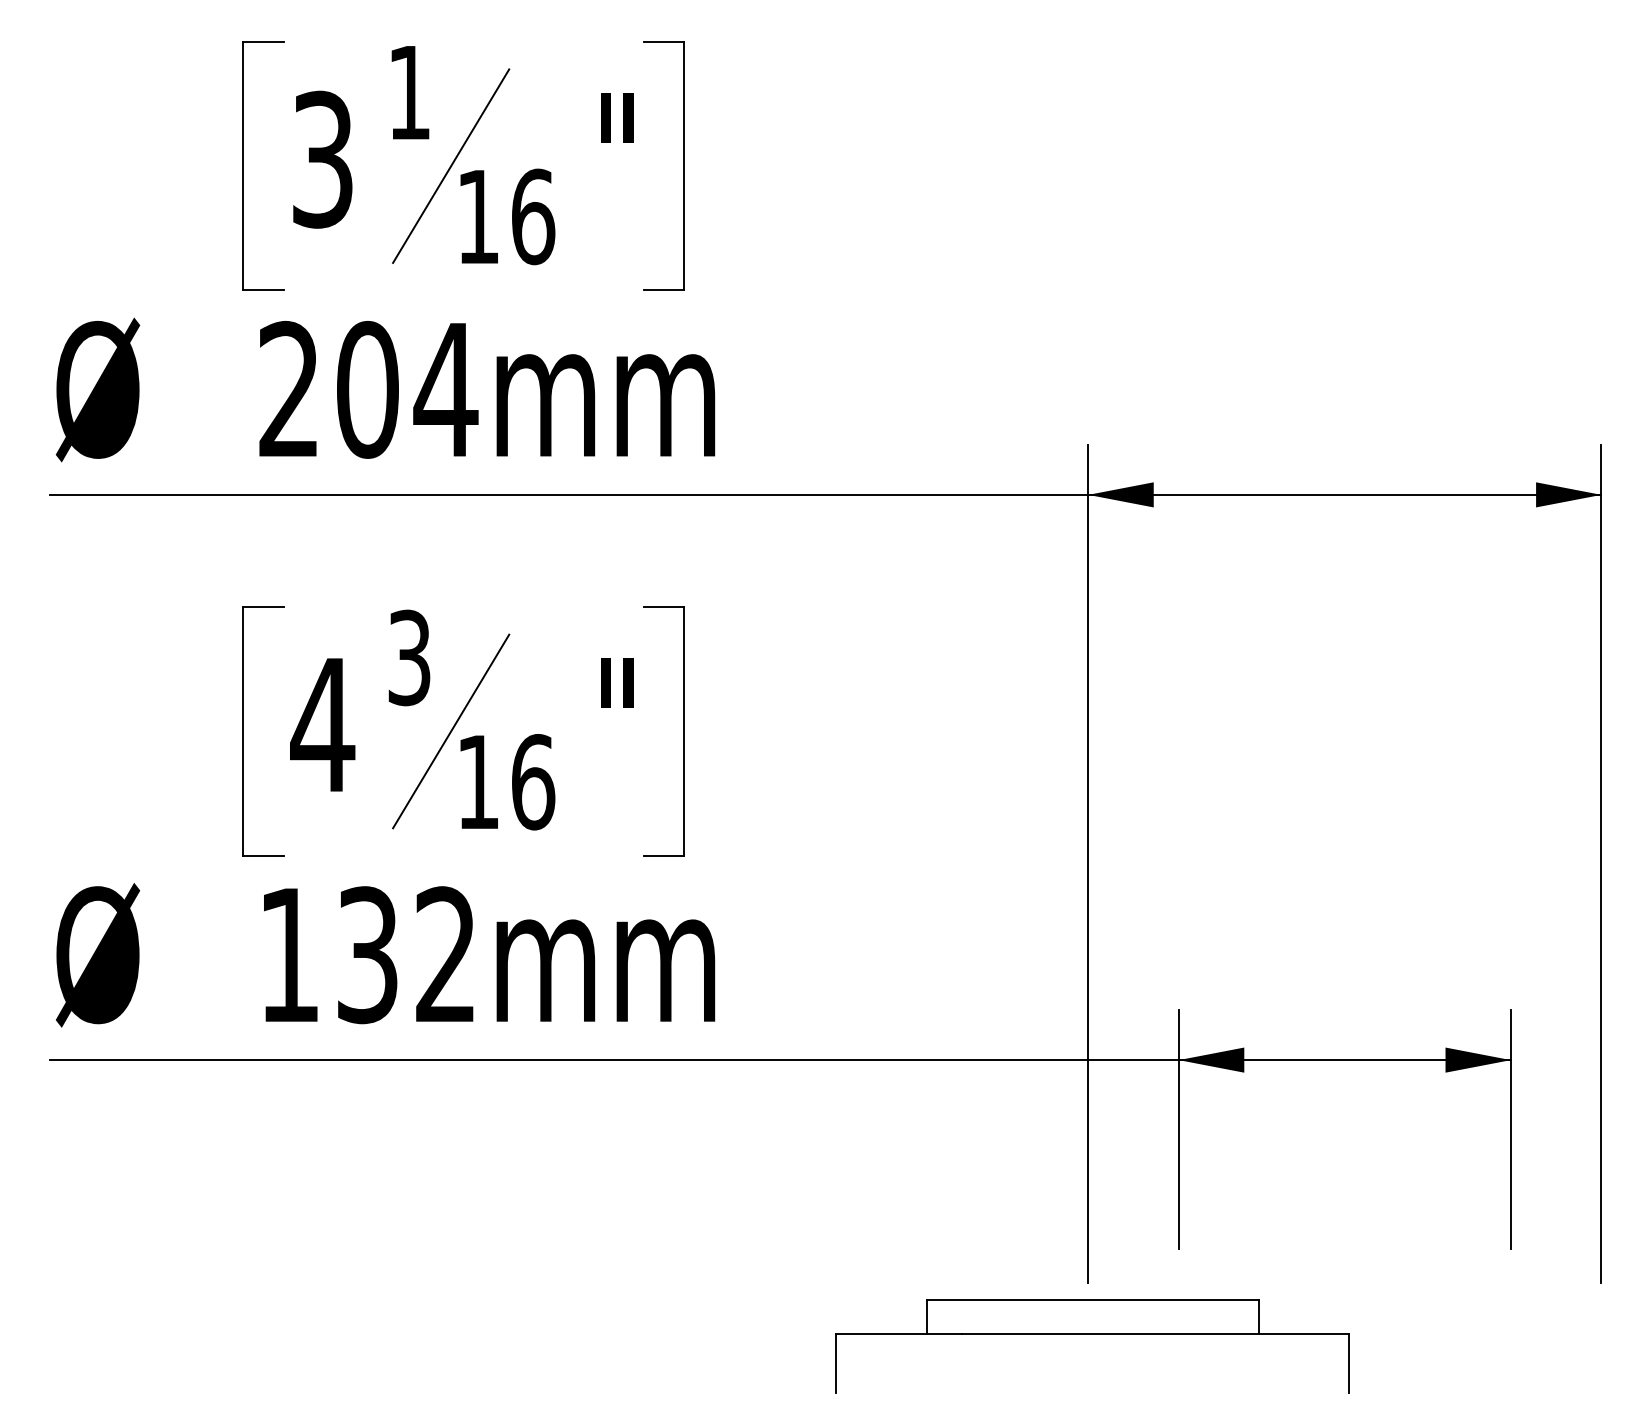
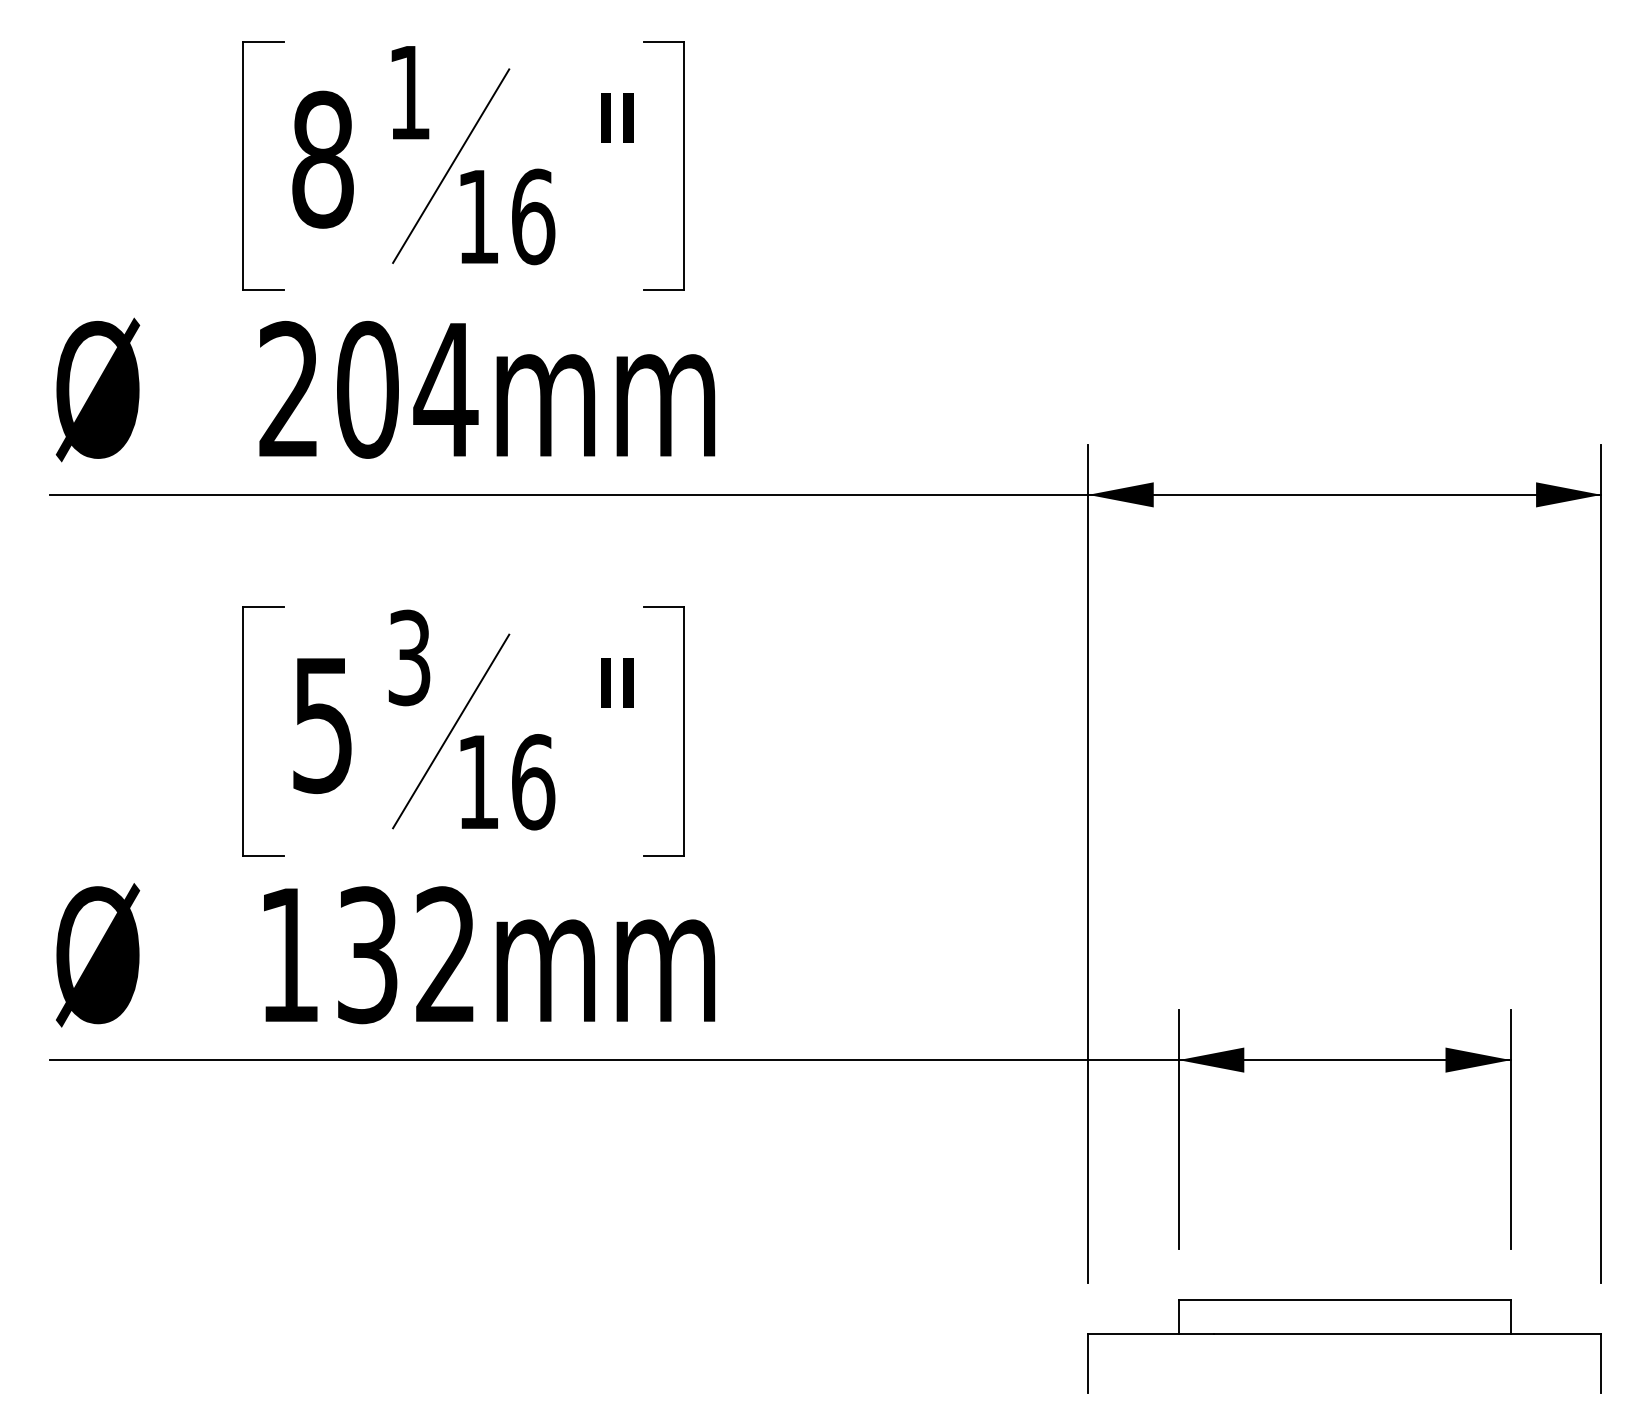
text at (322, 159): 3 -> 8
text at (322, 726): 4 -> 5
part at (1092, 1334) position: (1092, 1334) -> (1344, 1334)
